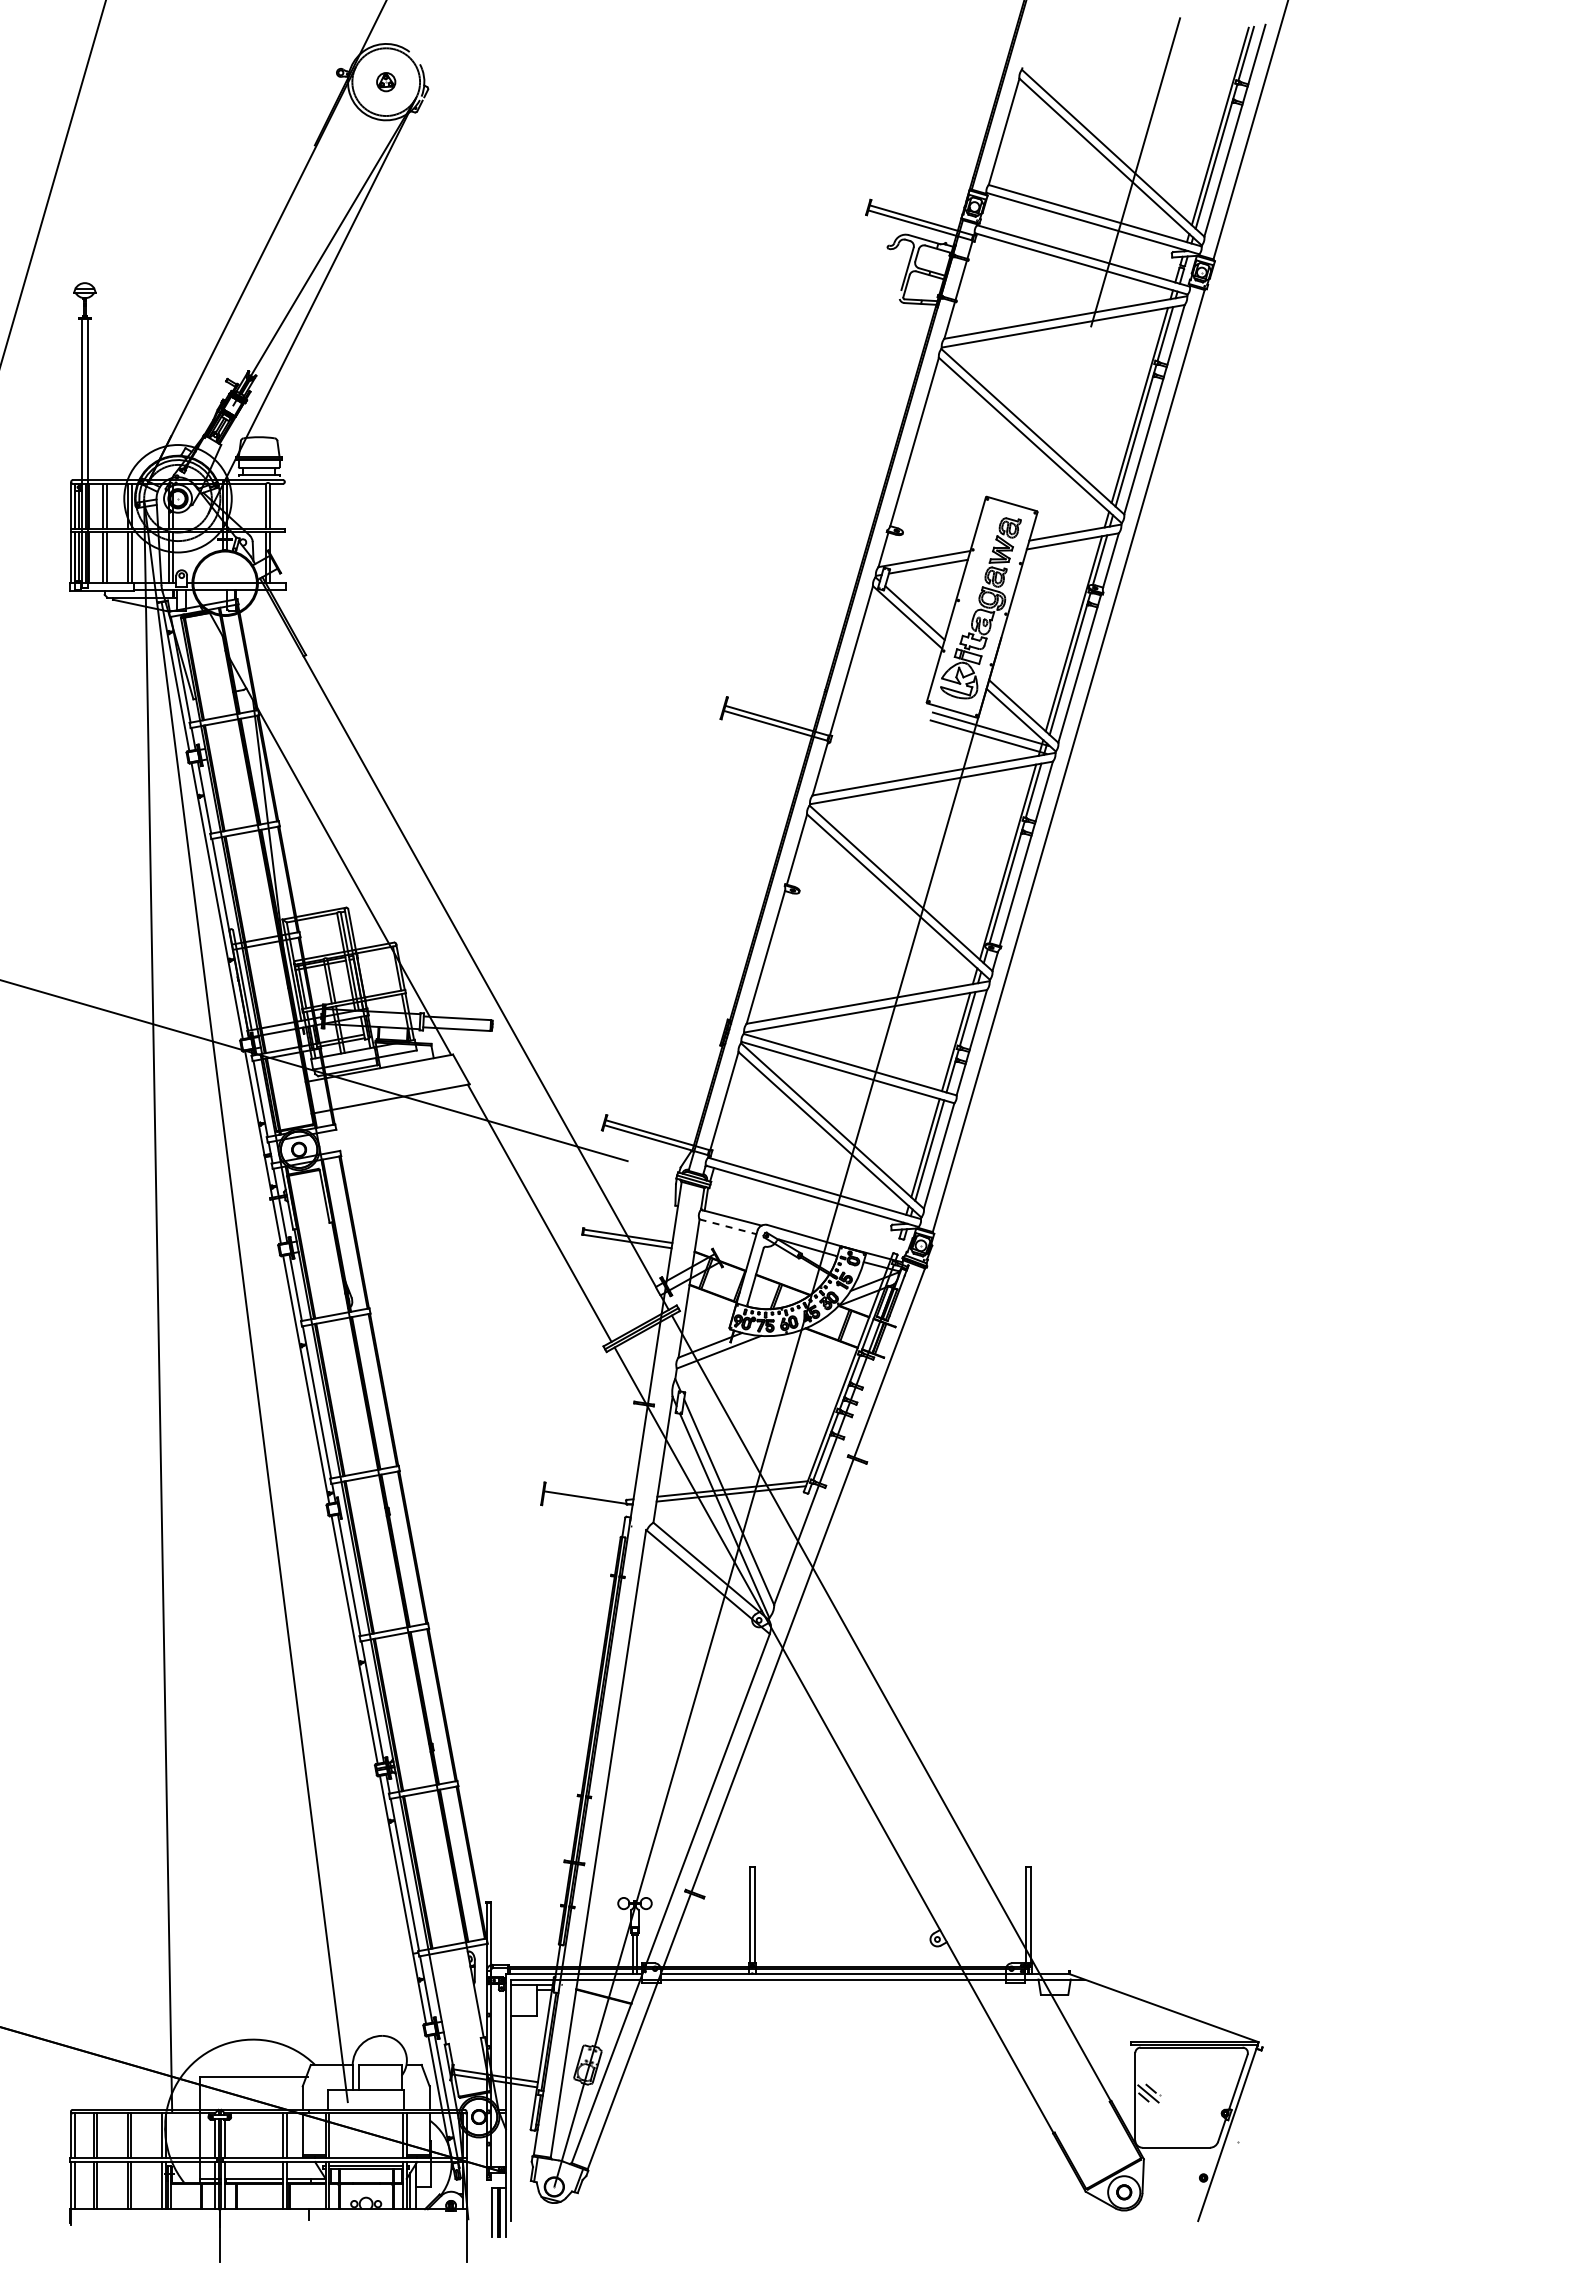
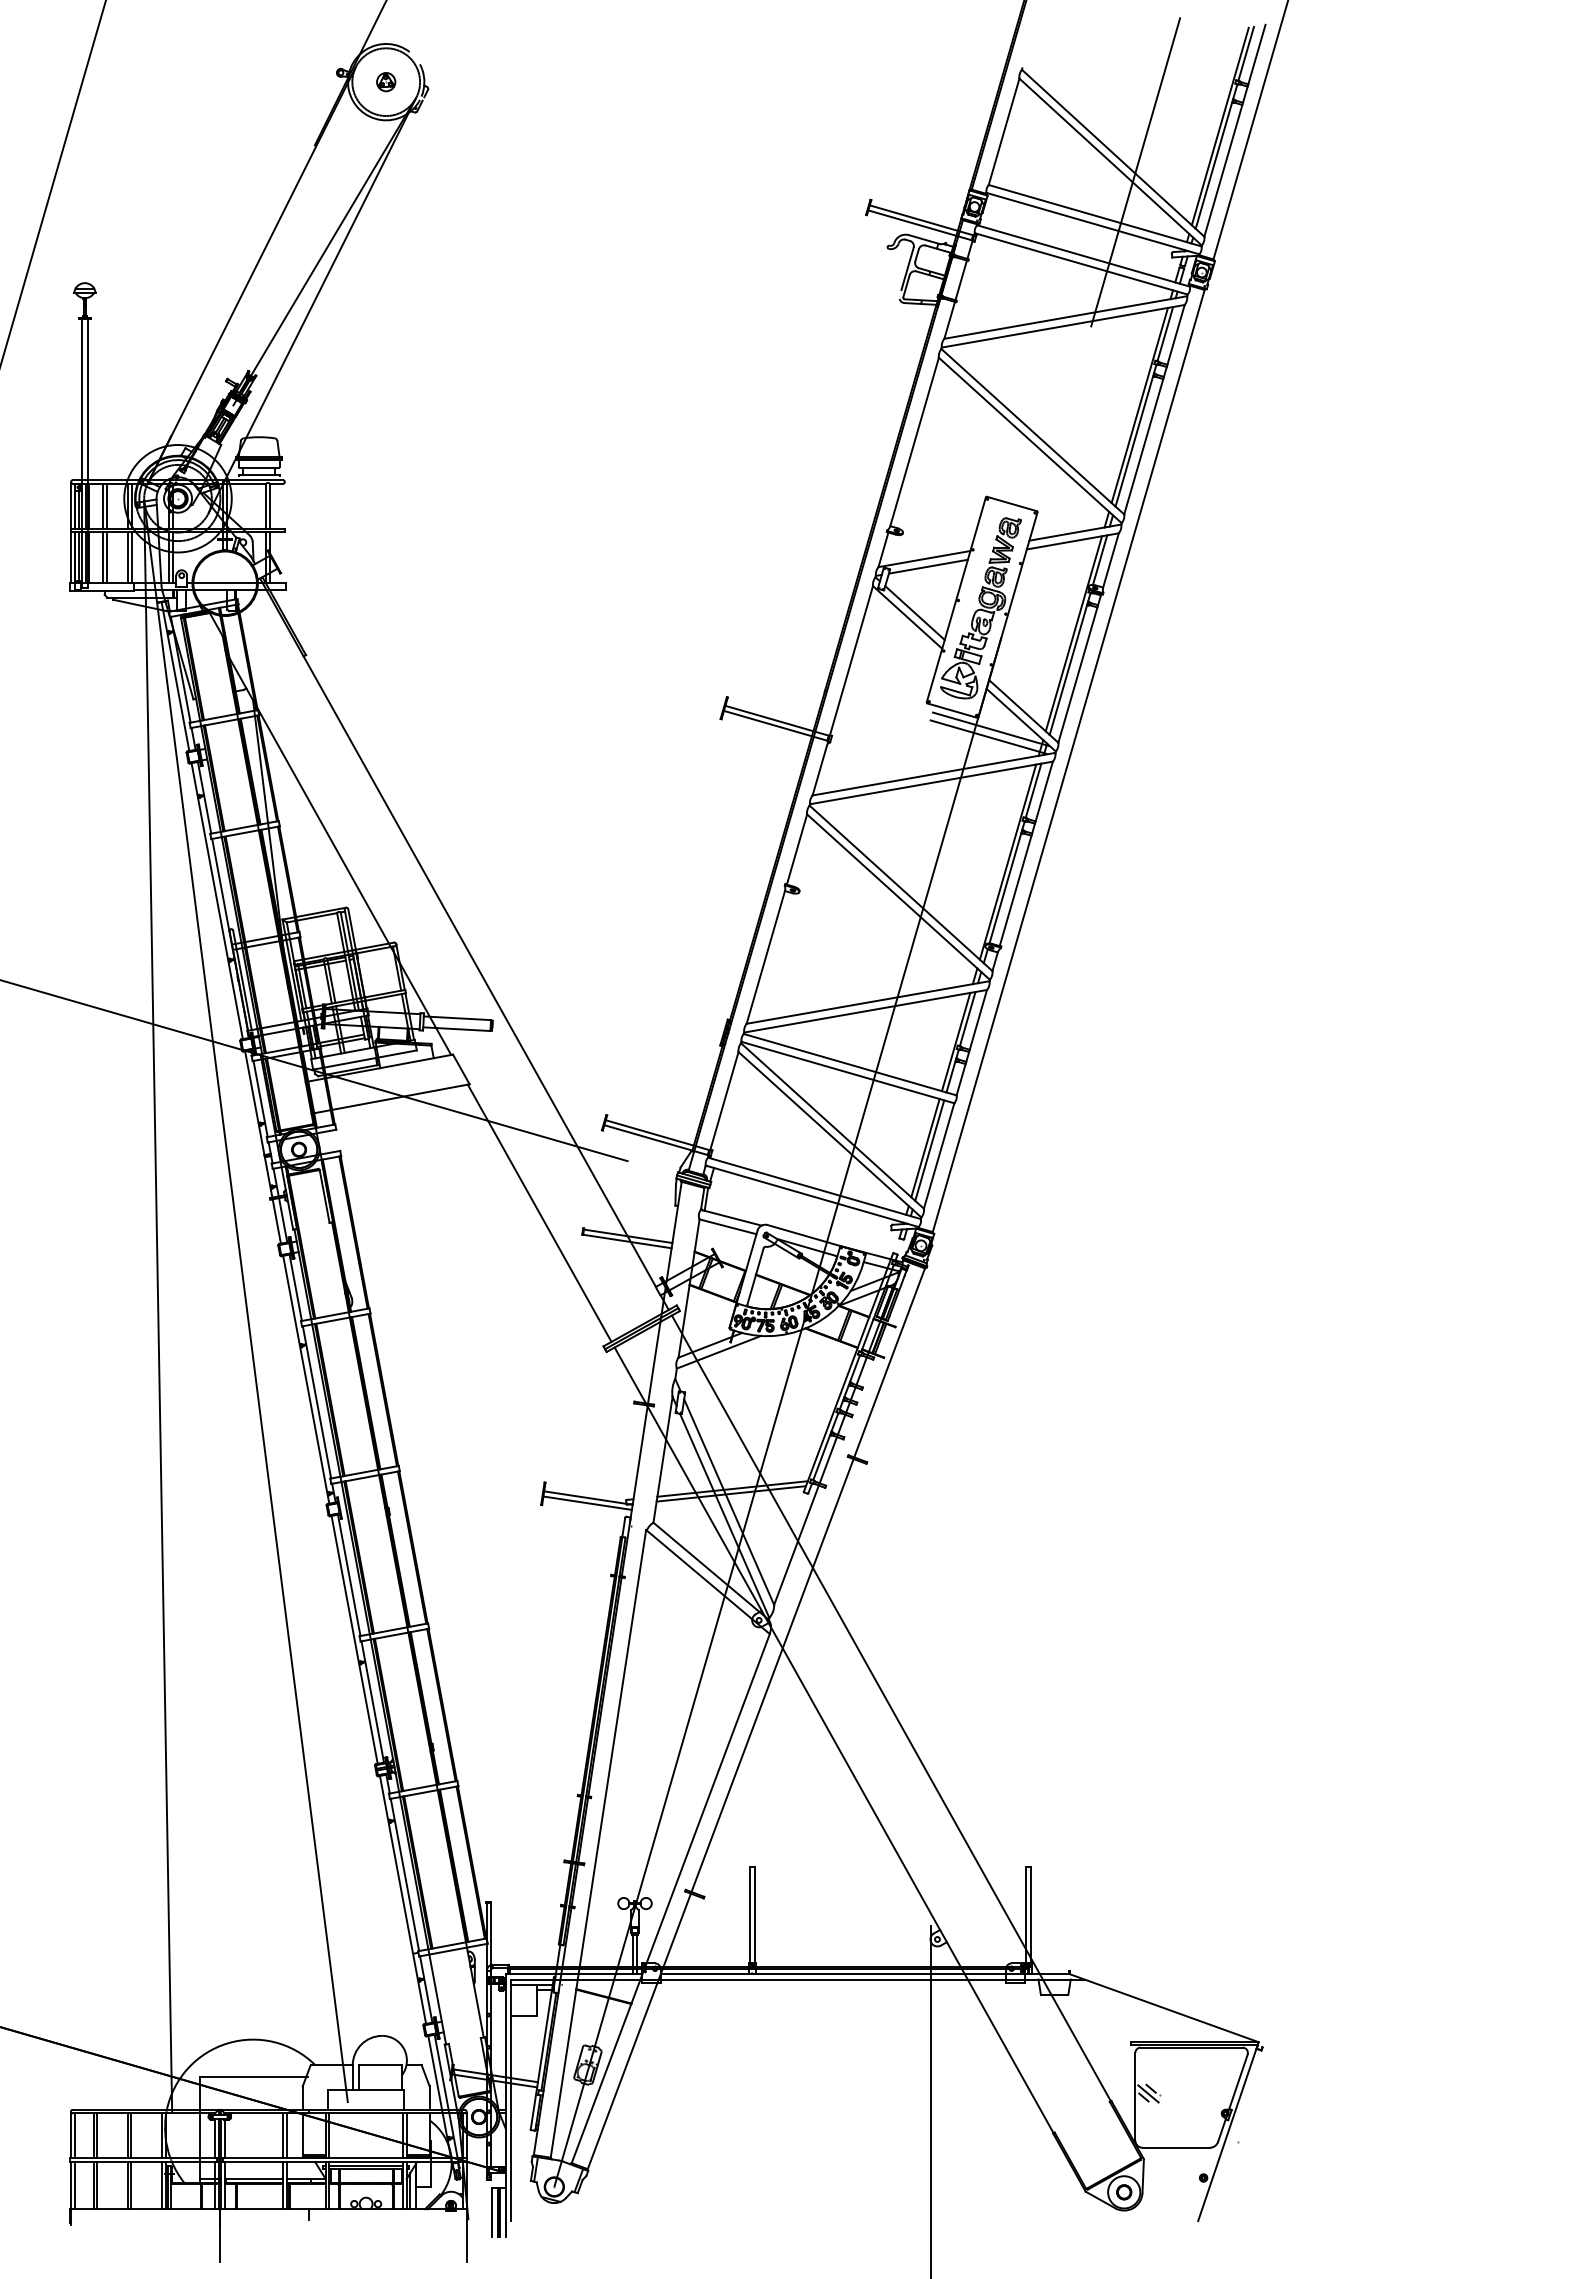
line at (728, 1226): dashed -> solid
line at (587, 1502): none -> present
line at (930, 2100): none -> present
